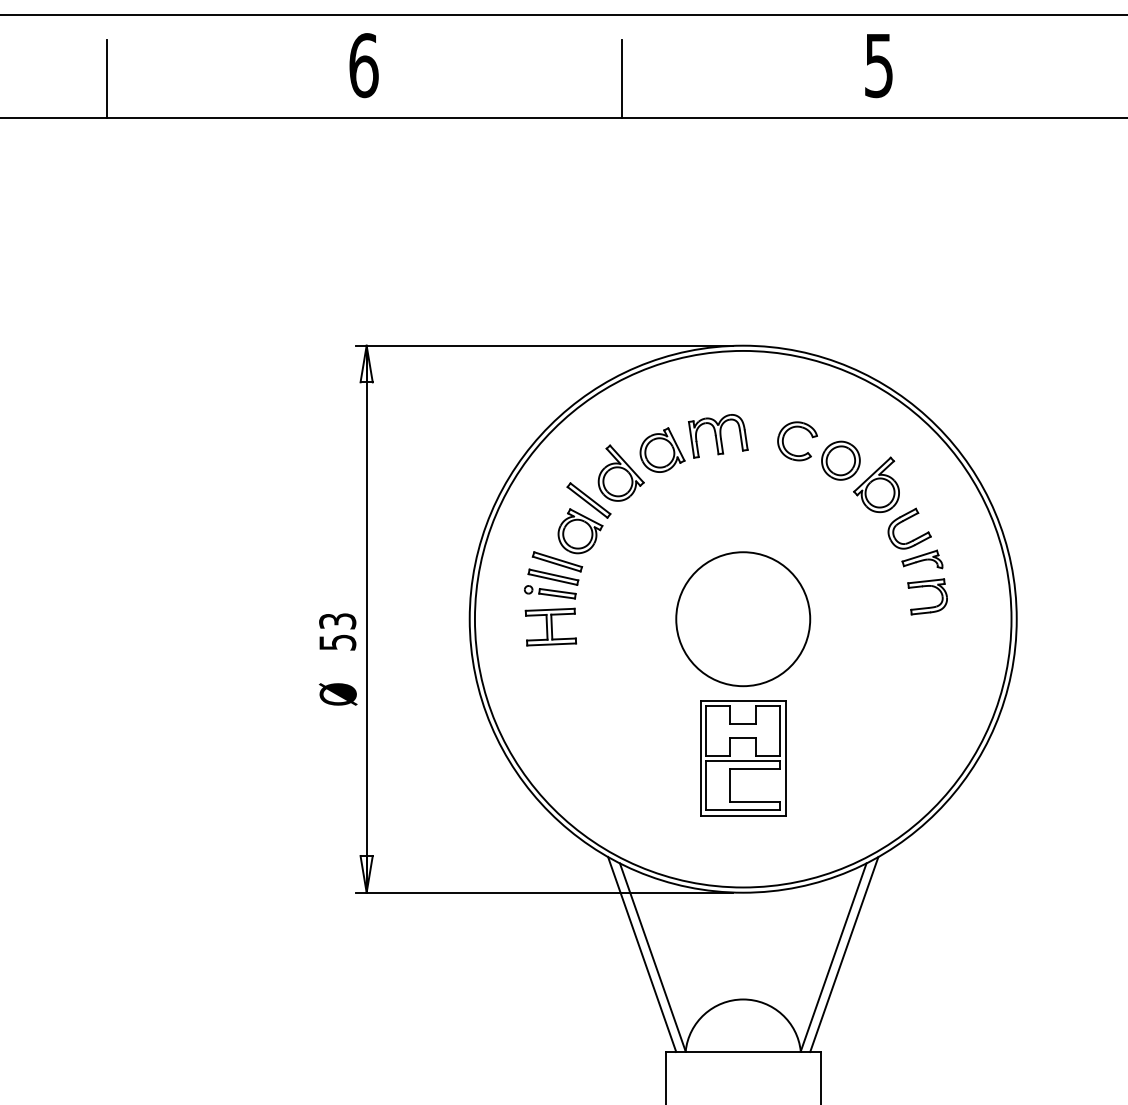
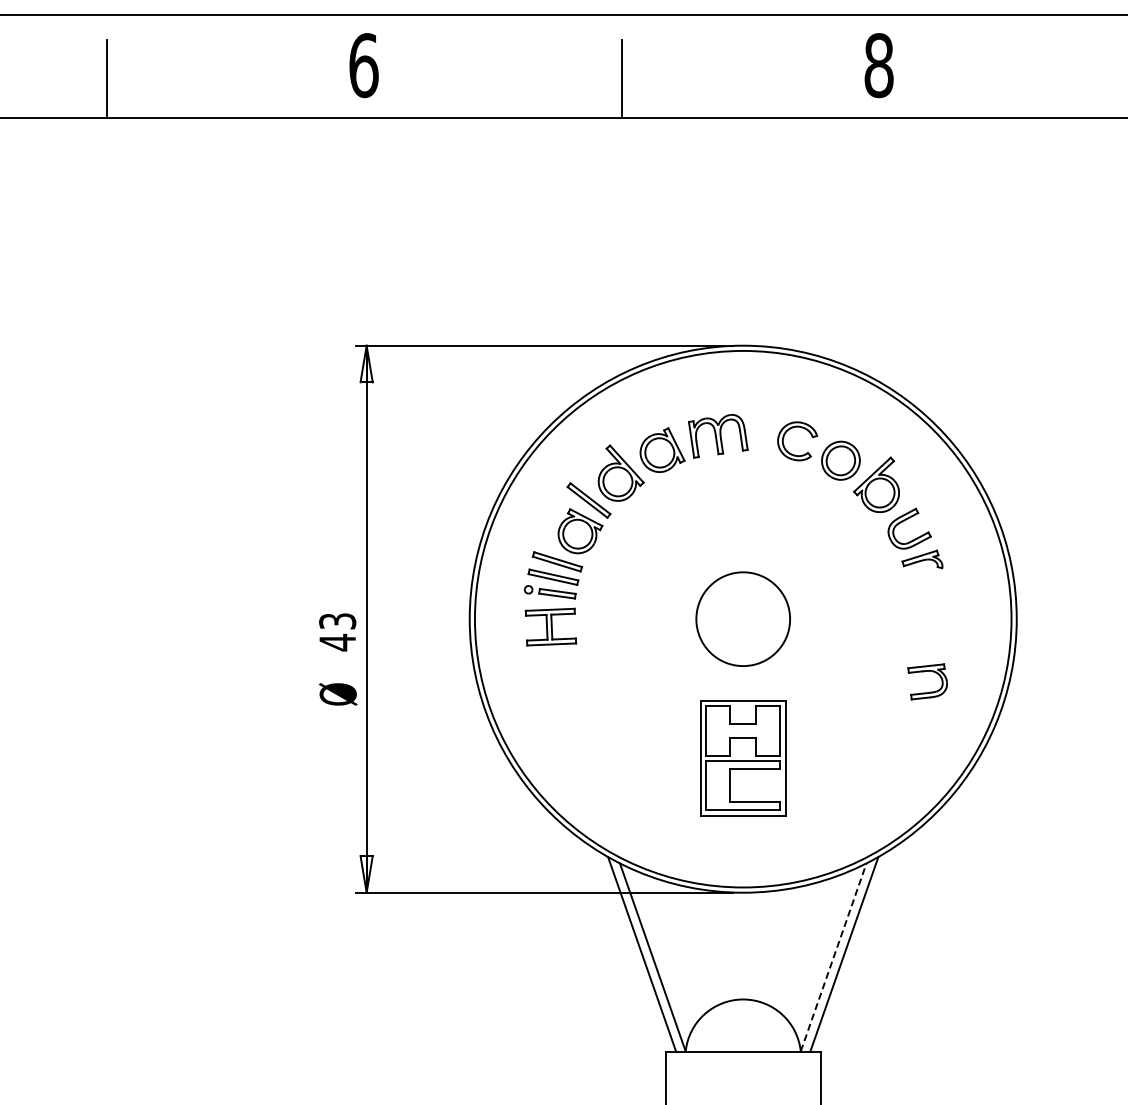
text at (878, 65): 5 -> 8
part at (924, 587) position: (924, 587) -> (924, 672)
circle at (743, 619) diameter: 134 px -> 94 px
text at (337, 642): 53 -> 43
line at (833, 957): solid -> dashed
